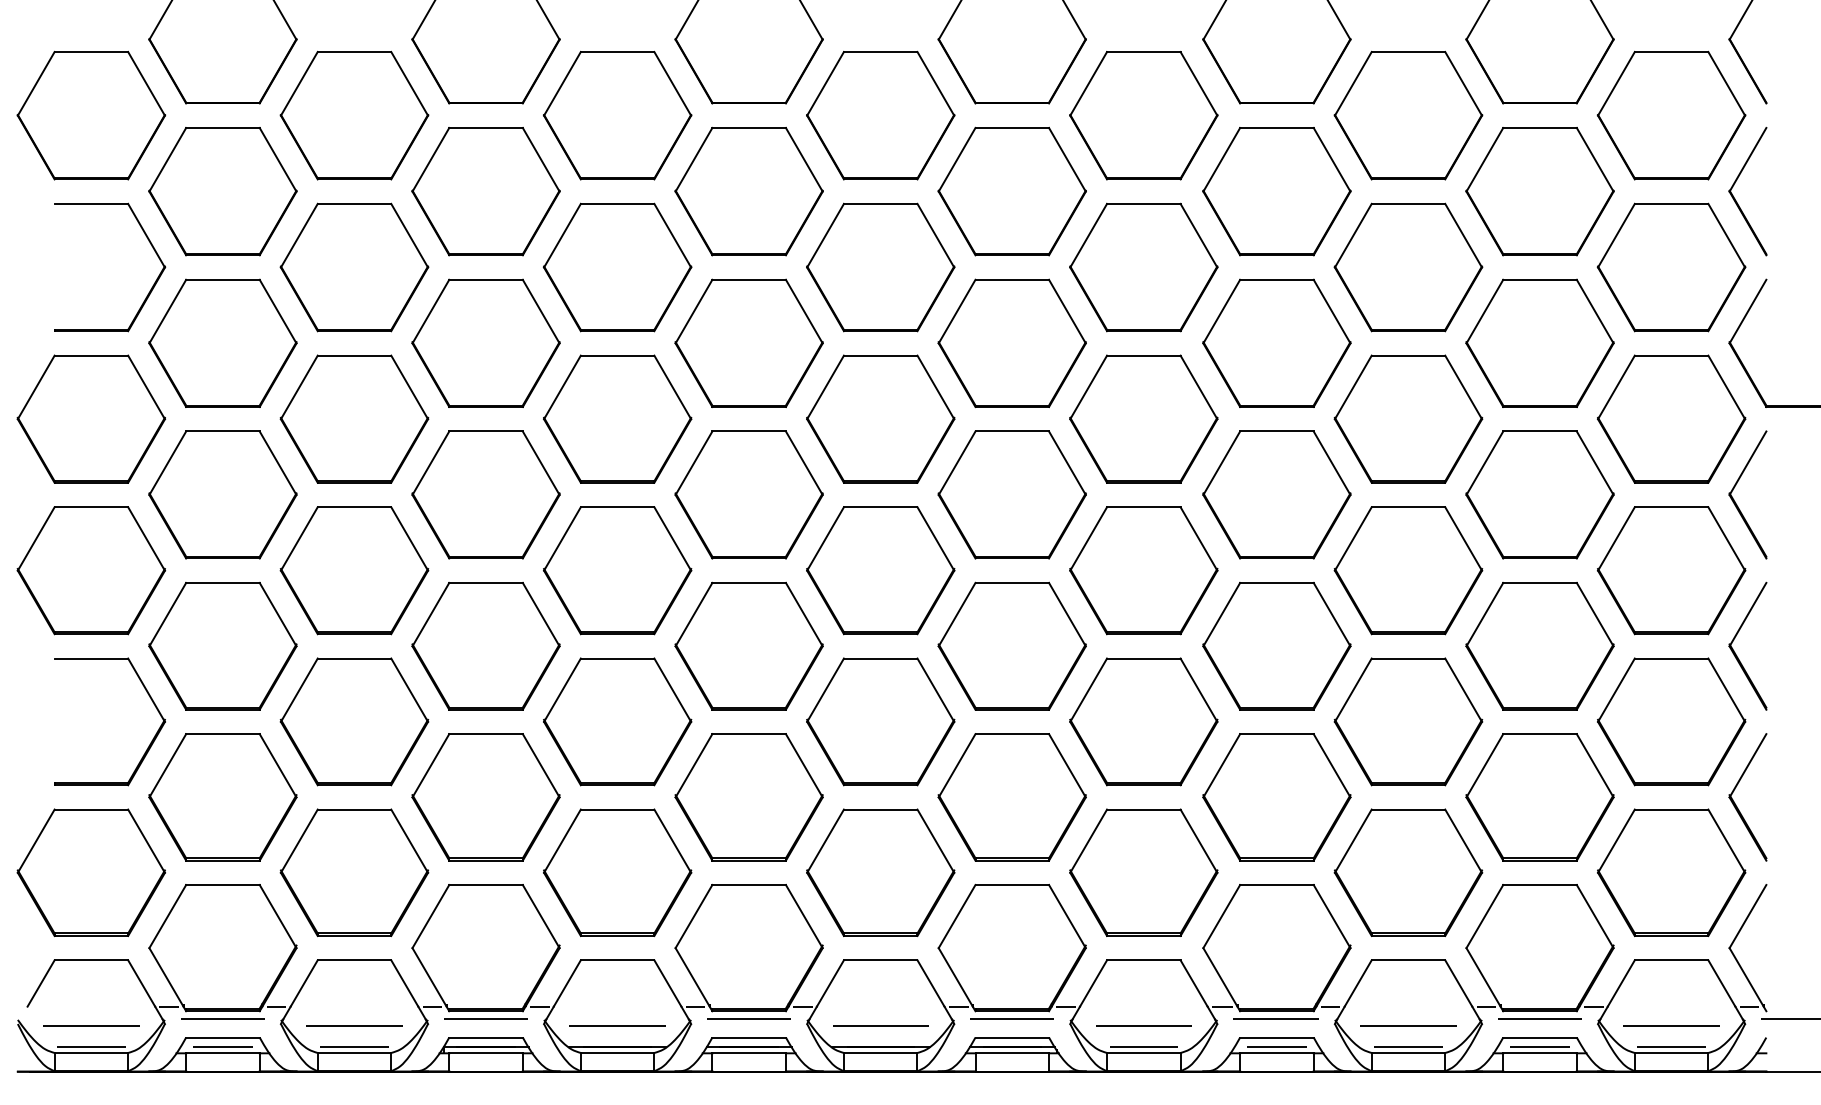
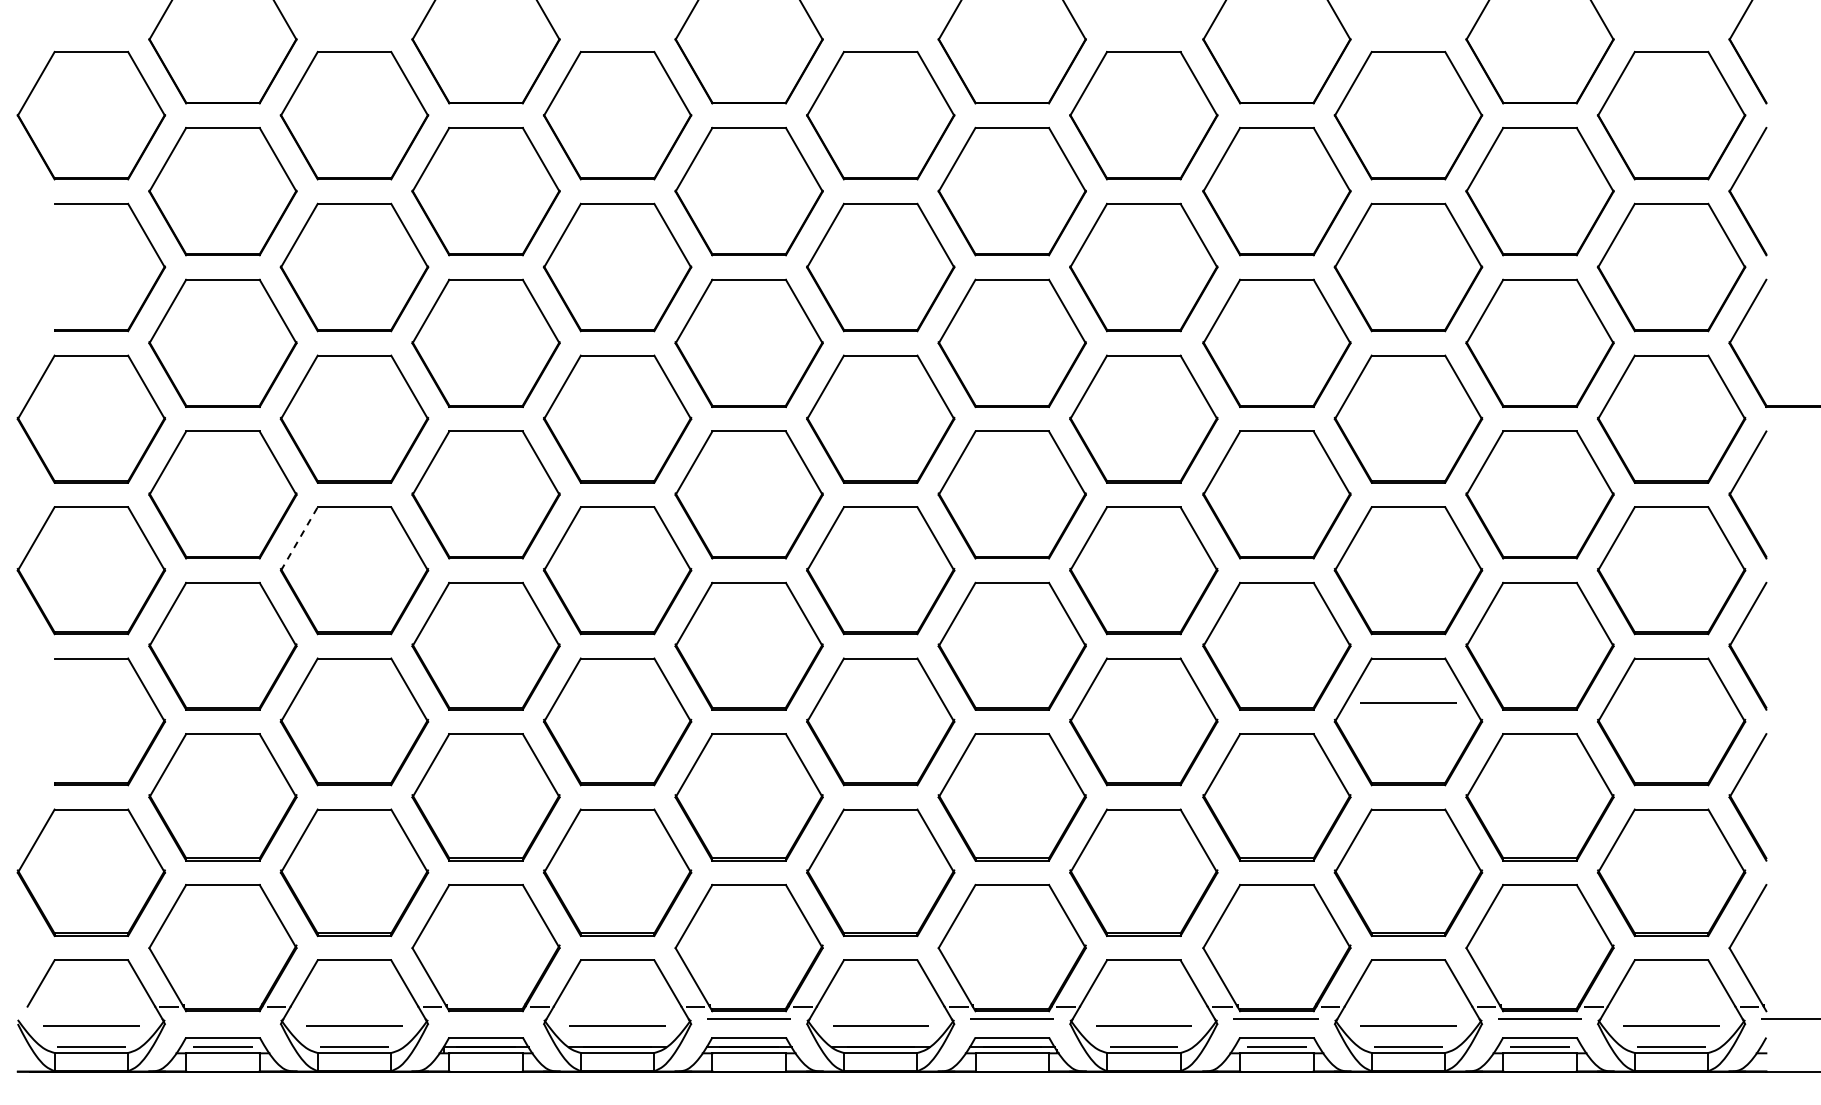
line at (299, 538): solid -> dashed
line at (1408, 702): none -> present
line at (222, 1019): present -> none
line at (485, 1019): present -> none
